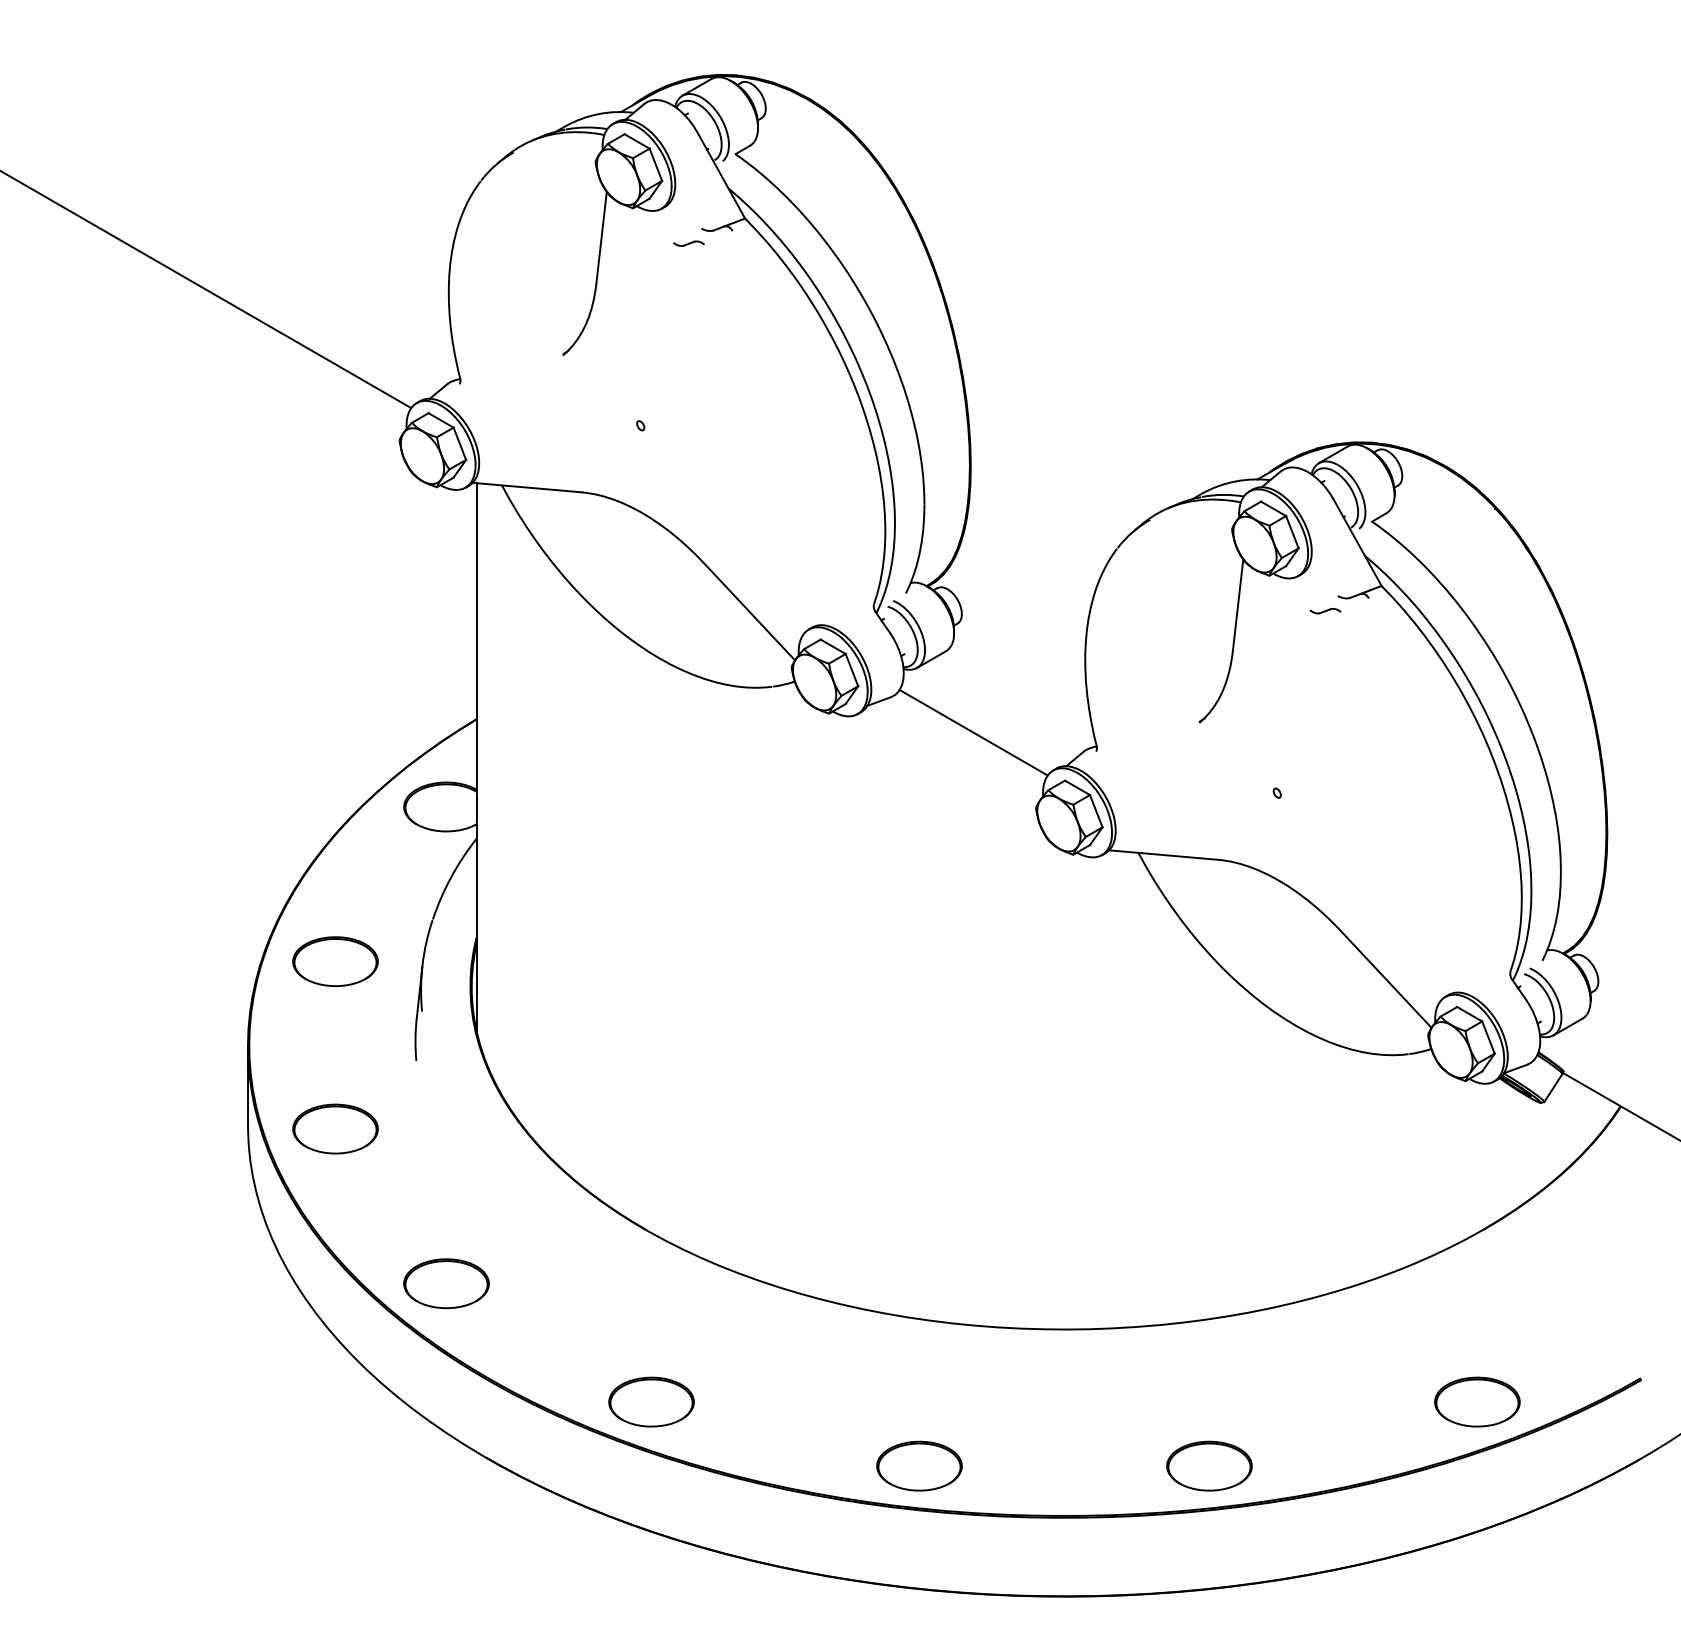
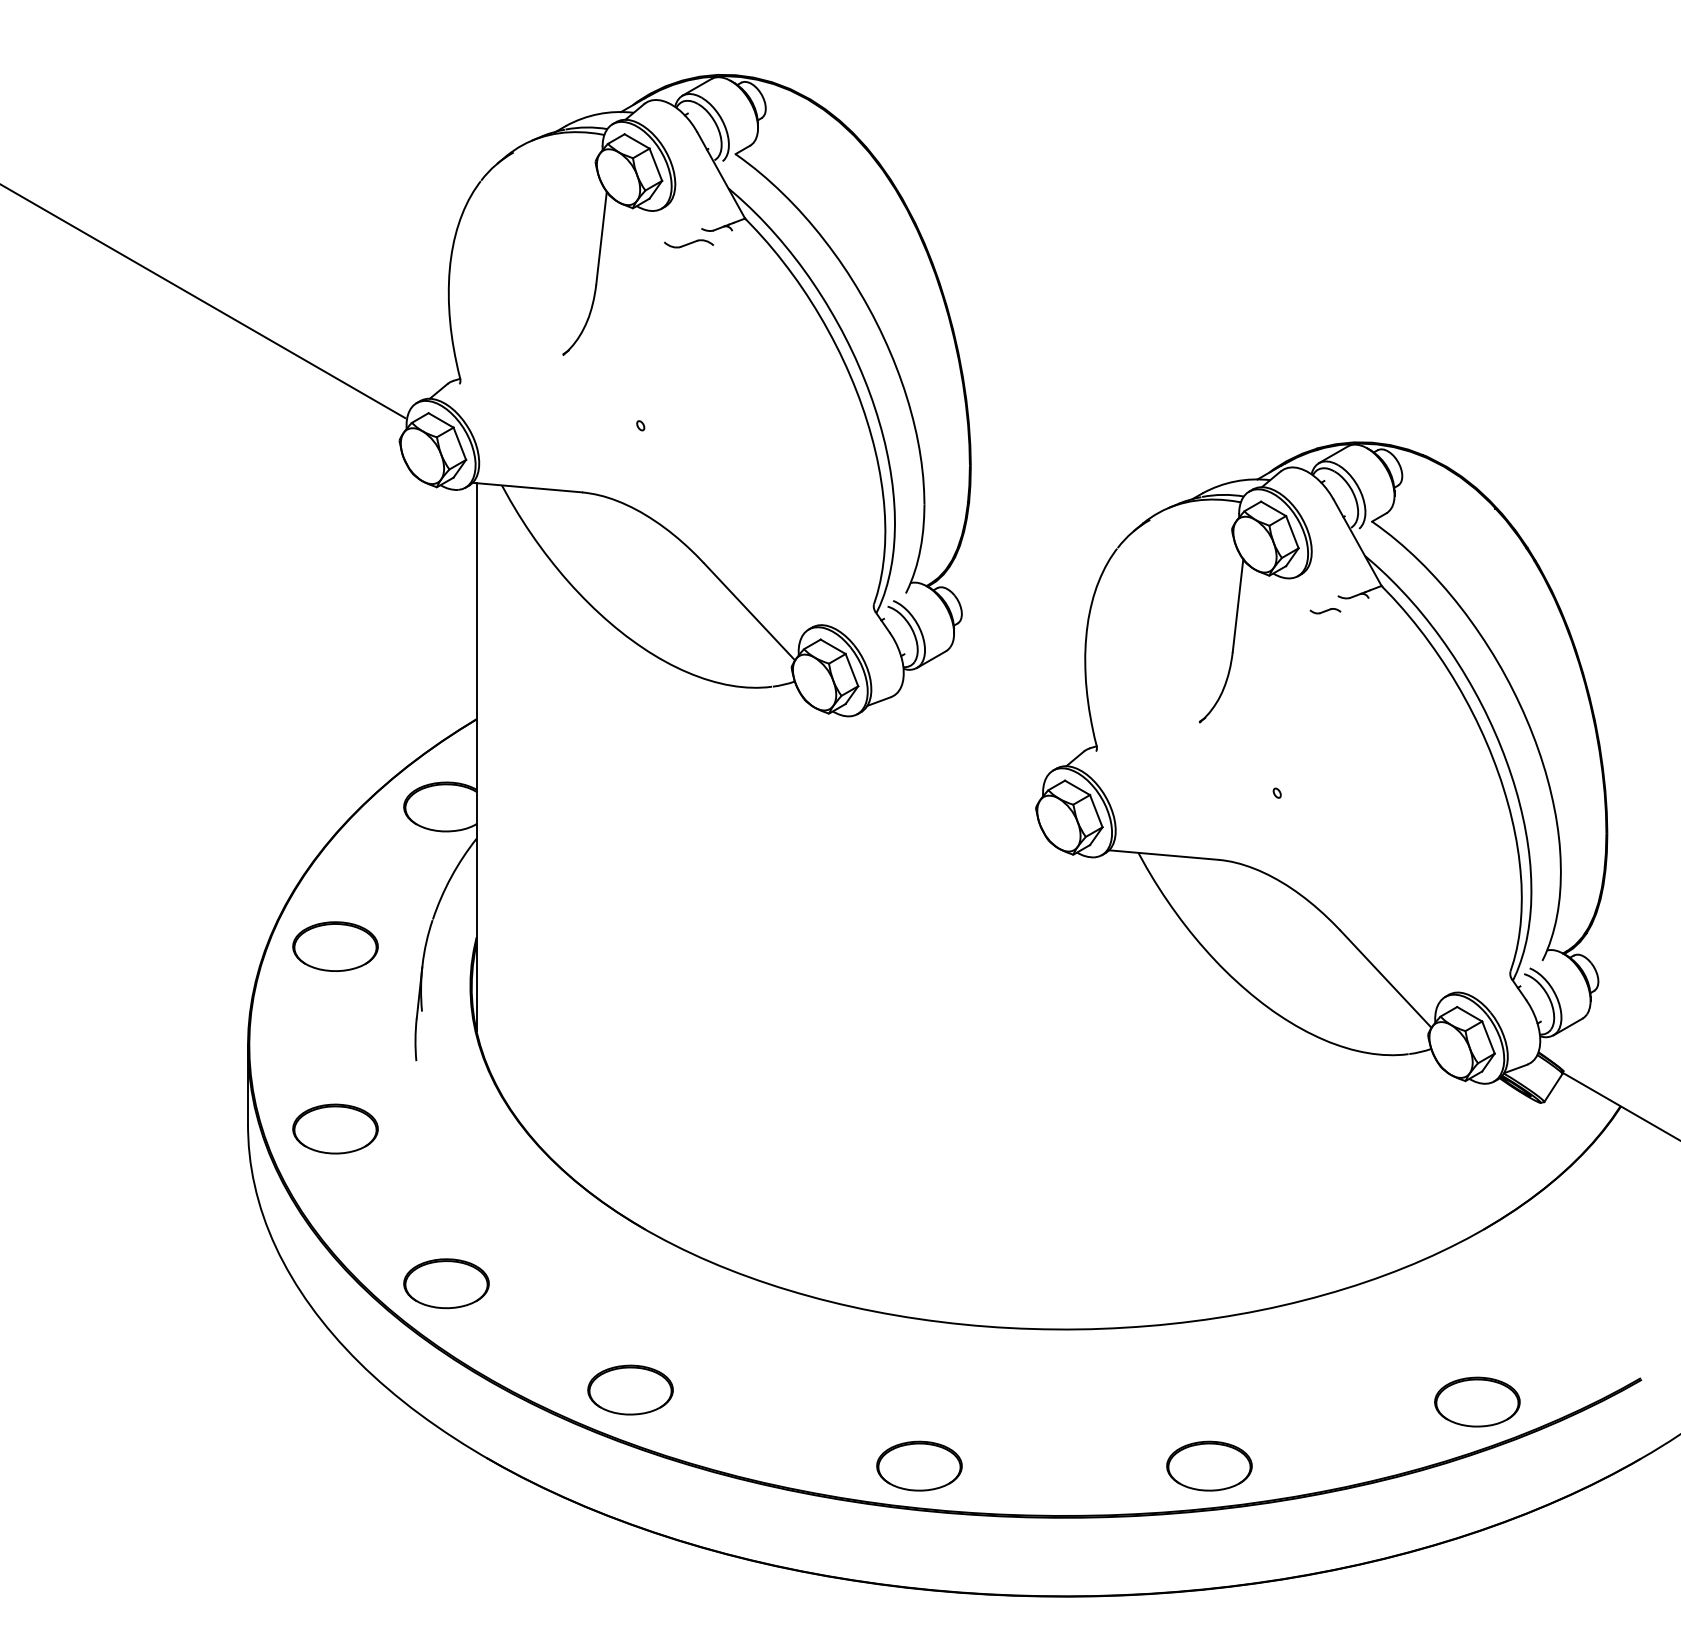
part at (688, 243) size: 32x7 px -> 50x10 px
line at (206, 289) position: (206, 289) -> (203, 301)
line at (973, 732): present -> none
part at (335, 961) position: (335, 961) -> (335, 946)
part at (651, 1401) position: (651, 1401) -> (630, 1389)
